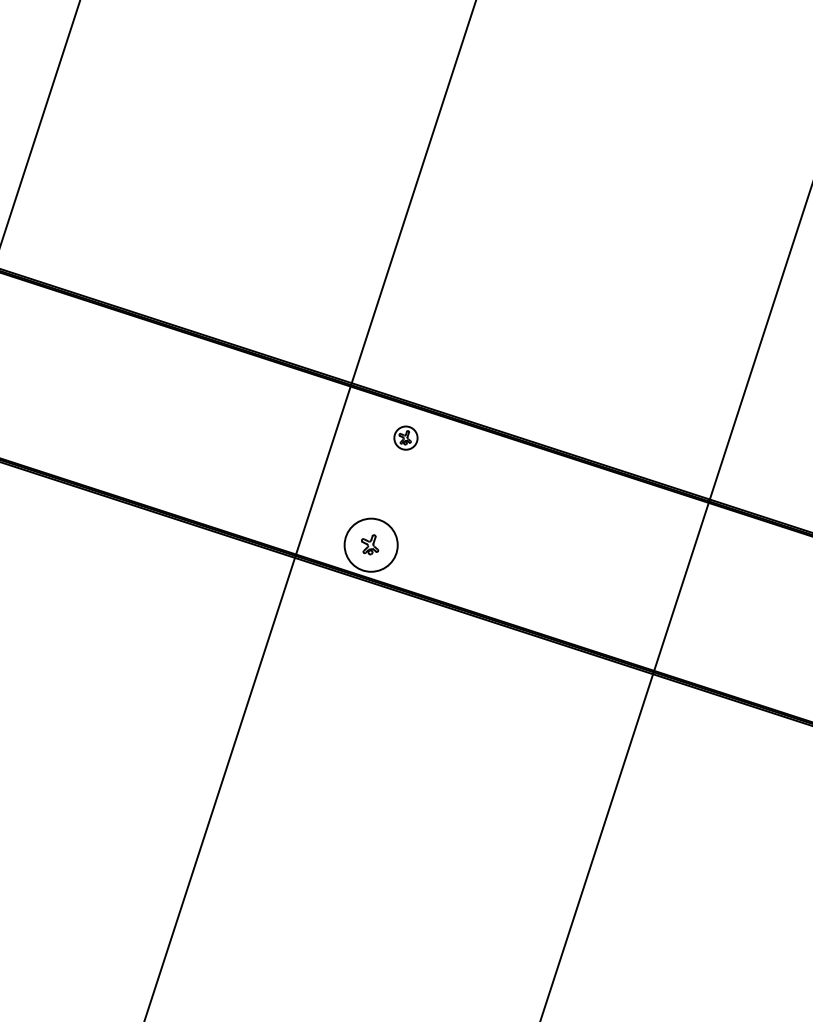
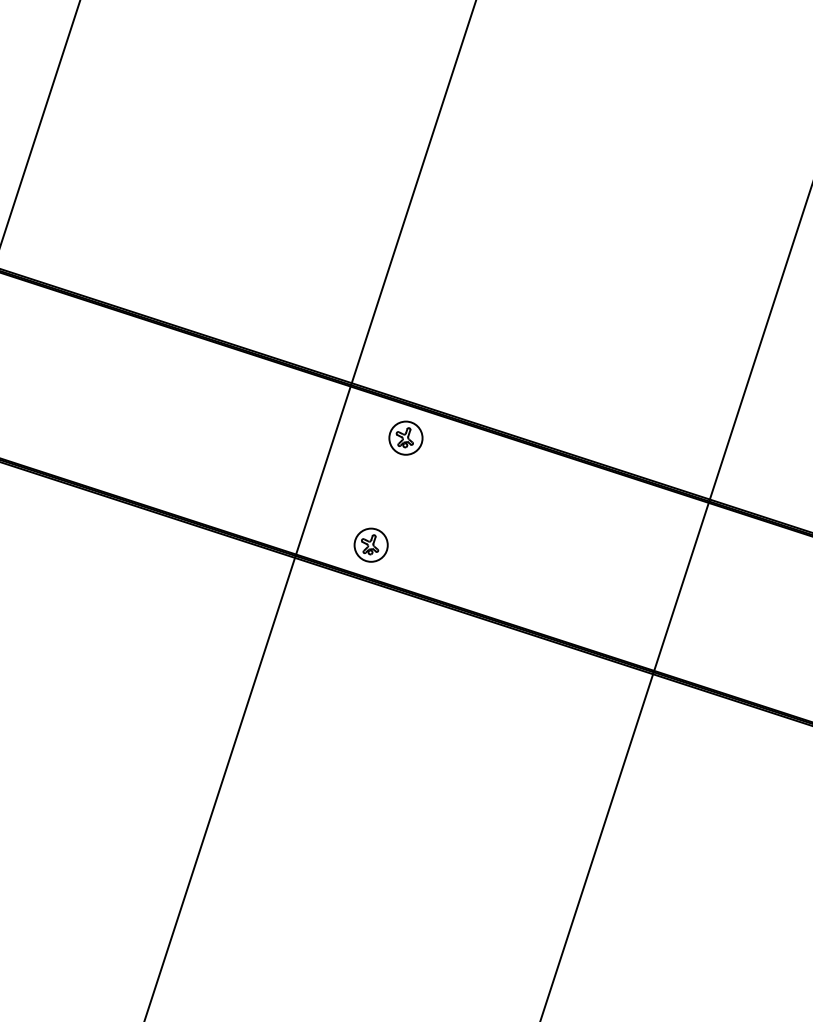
part at (405, 437) size: 26x26 px -> 36x36 px
circle at (370, 544) diameter: 53 px -> 33 px
